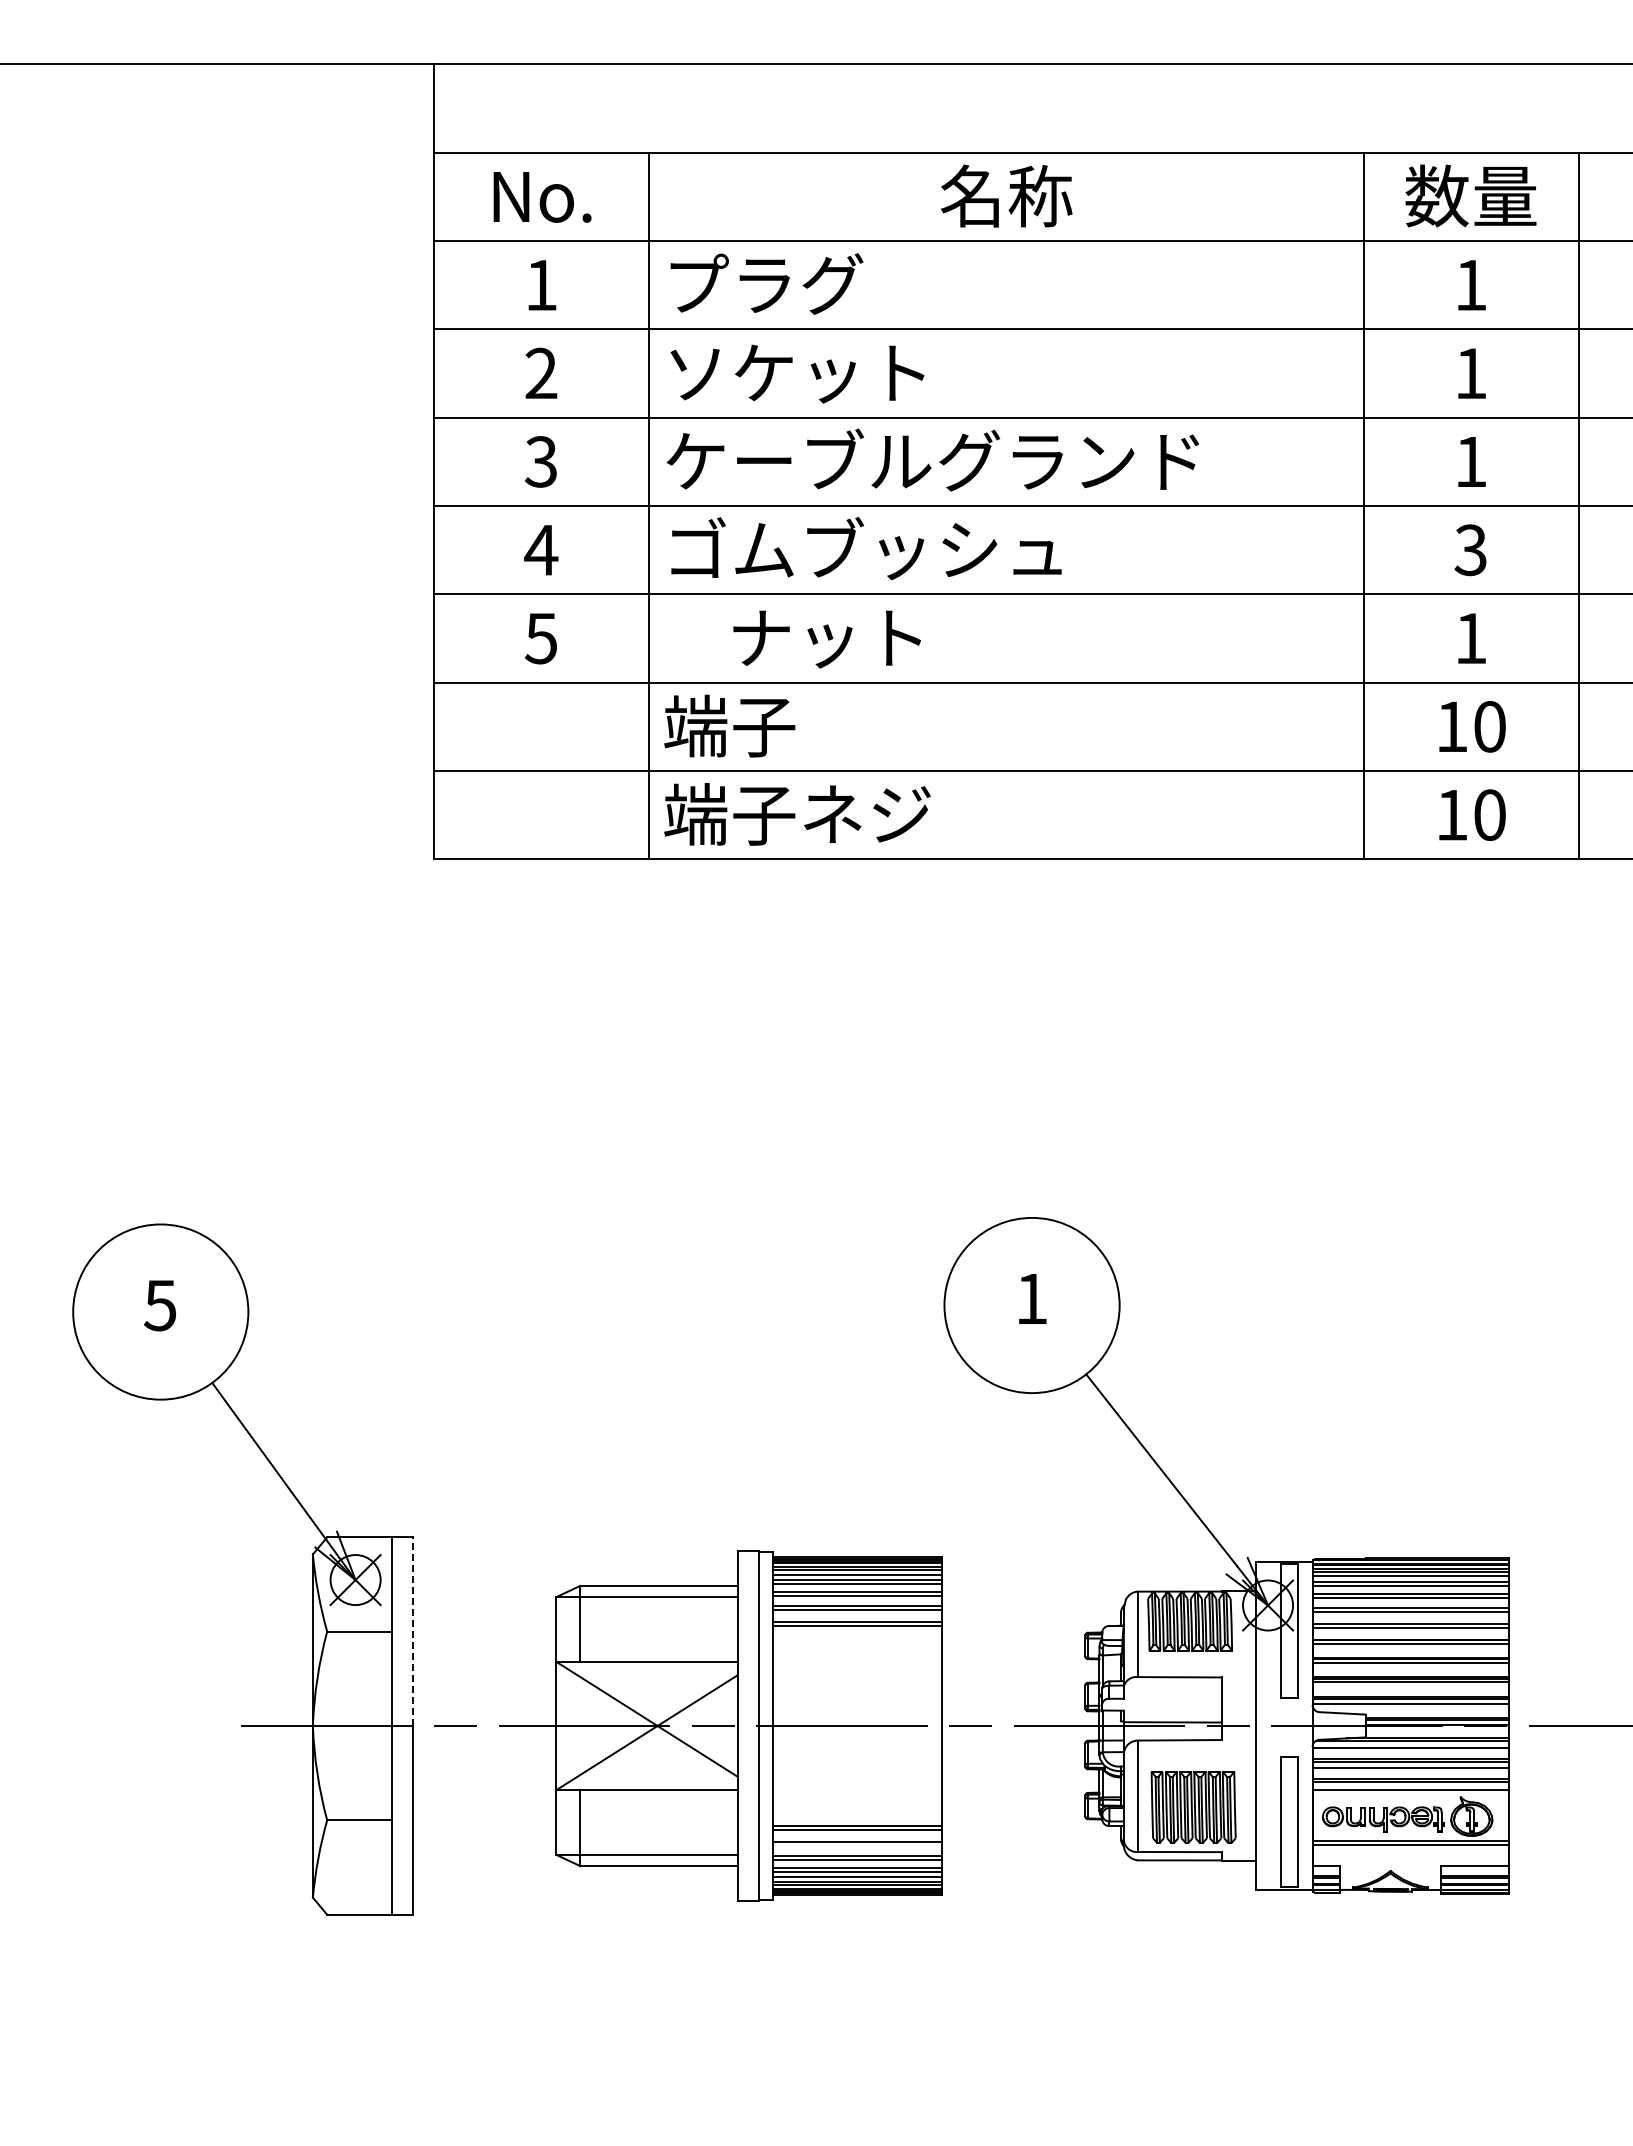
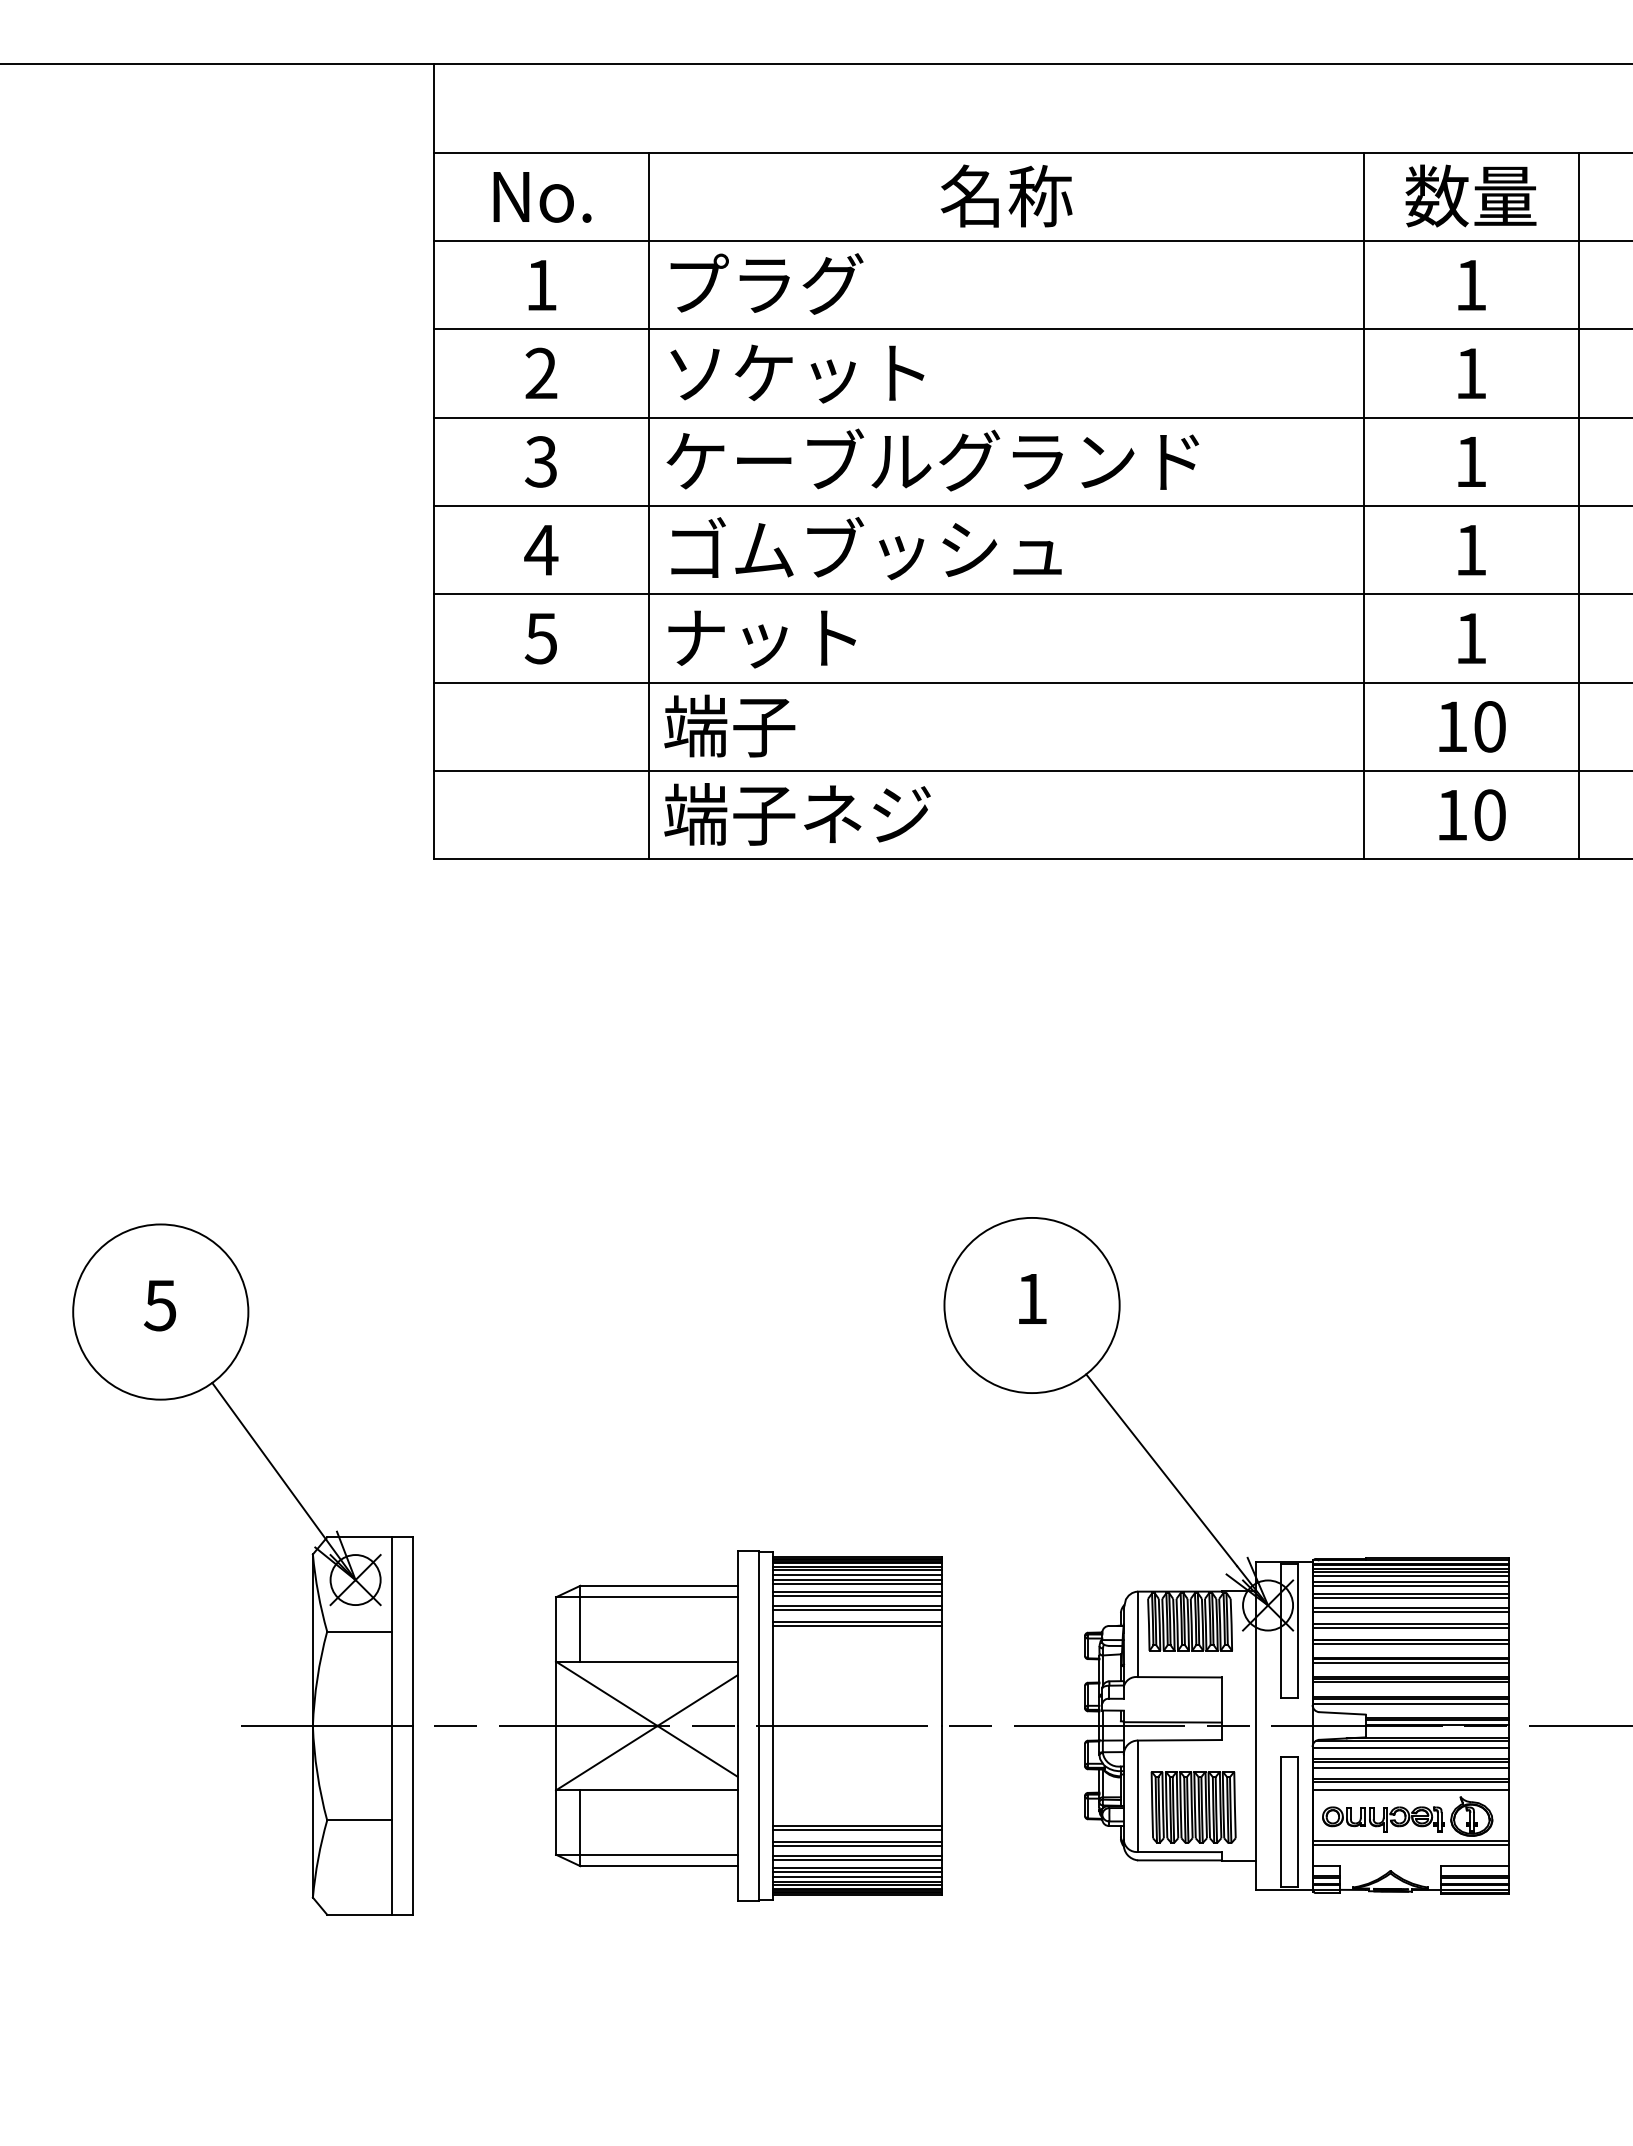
text at (1470, 550): 3 -> 1
text at (826, 639) position: (826, 639) -> (761, 639)
line at (413, 1631): dashed -> solid
line at (857, 1846): none -> present
